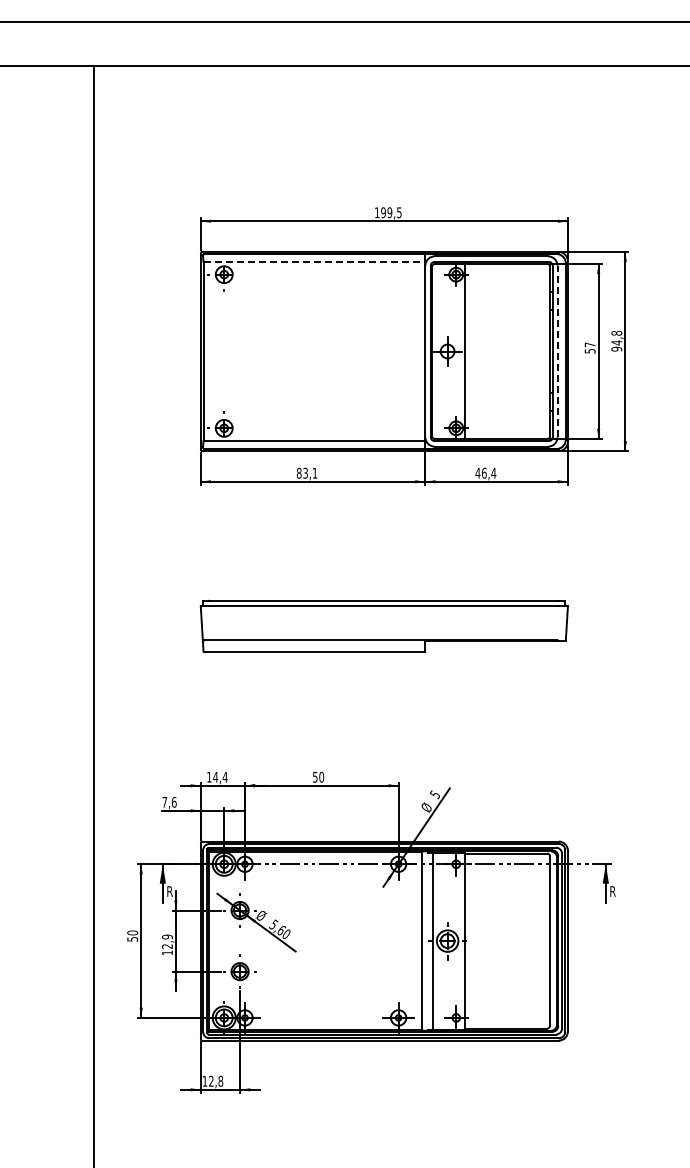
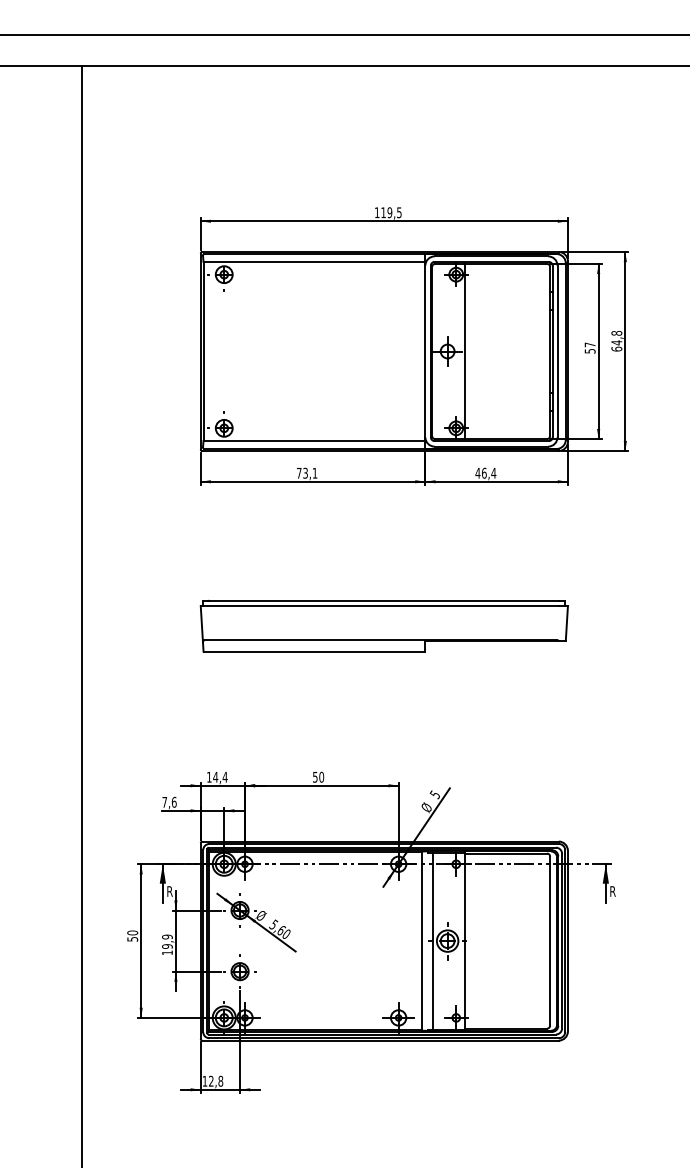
line at (344, 22) position: (344, 22) -> (344, 35)
text at (383, 212): 199,5 -> 119,5
line at (314, 261): dashed -> solid
text at (616, 348): 94,8 -> 64,8
line at (557, 351): dashed -> solid
text at (298, 472): 83,1 -> 73,1
line at (94, 614) position: (94, 614) -> (82, 614)
text at (167, 946): 12,9 -> 19,9
